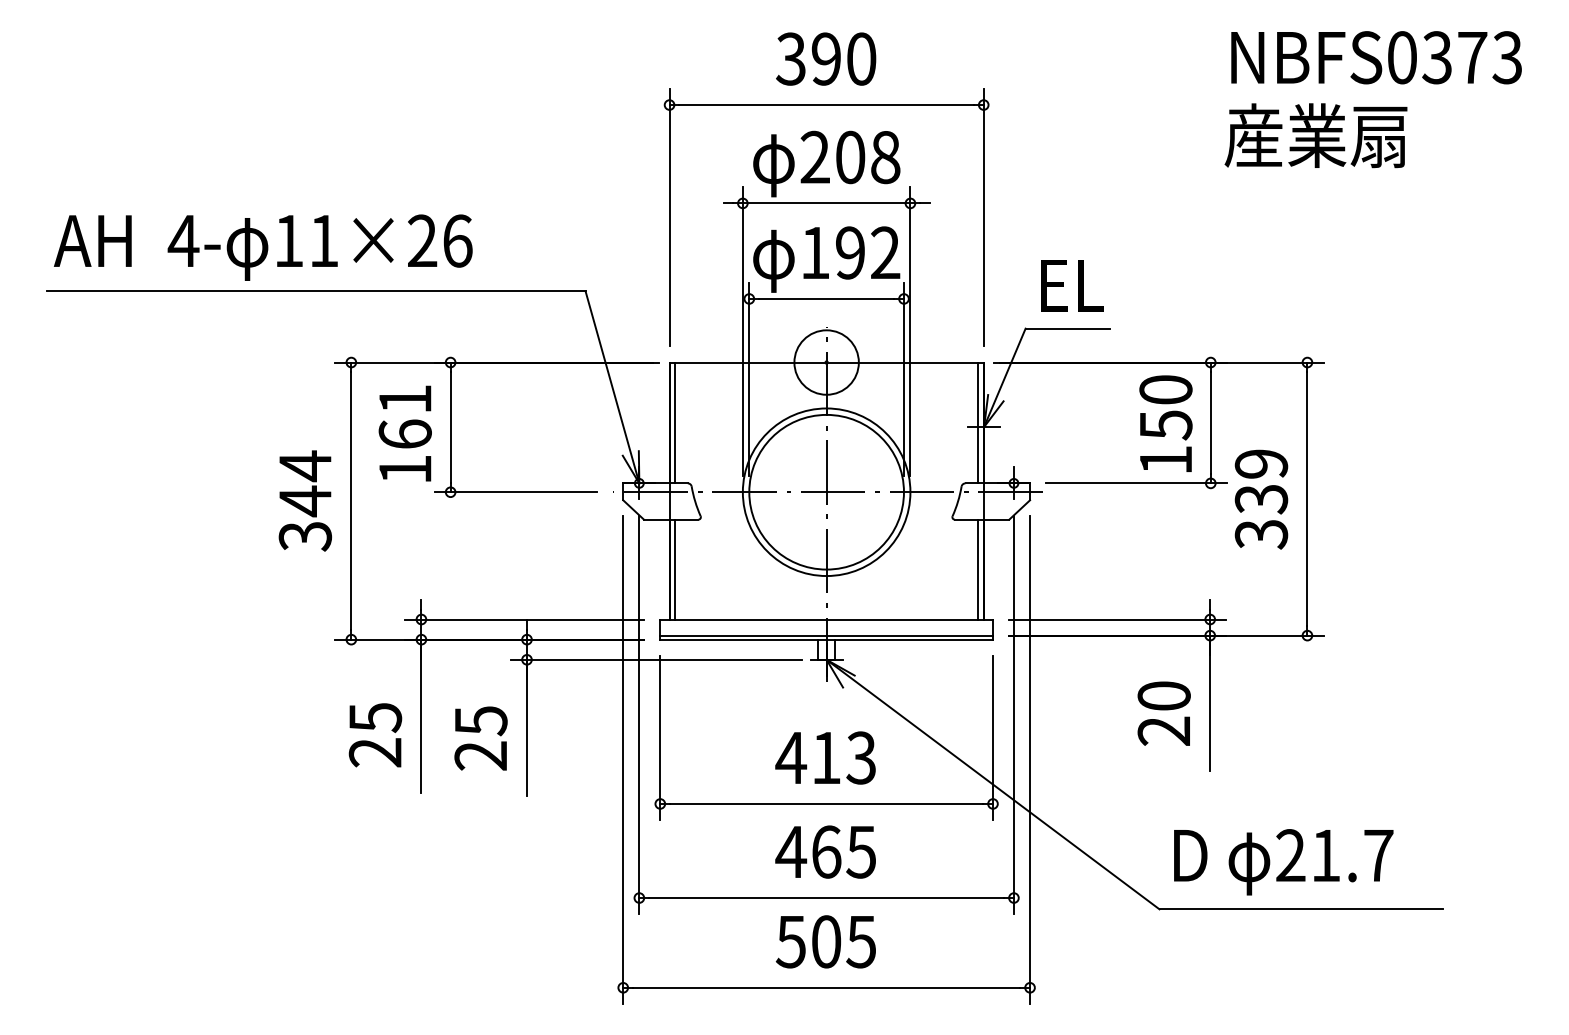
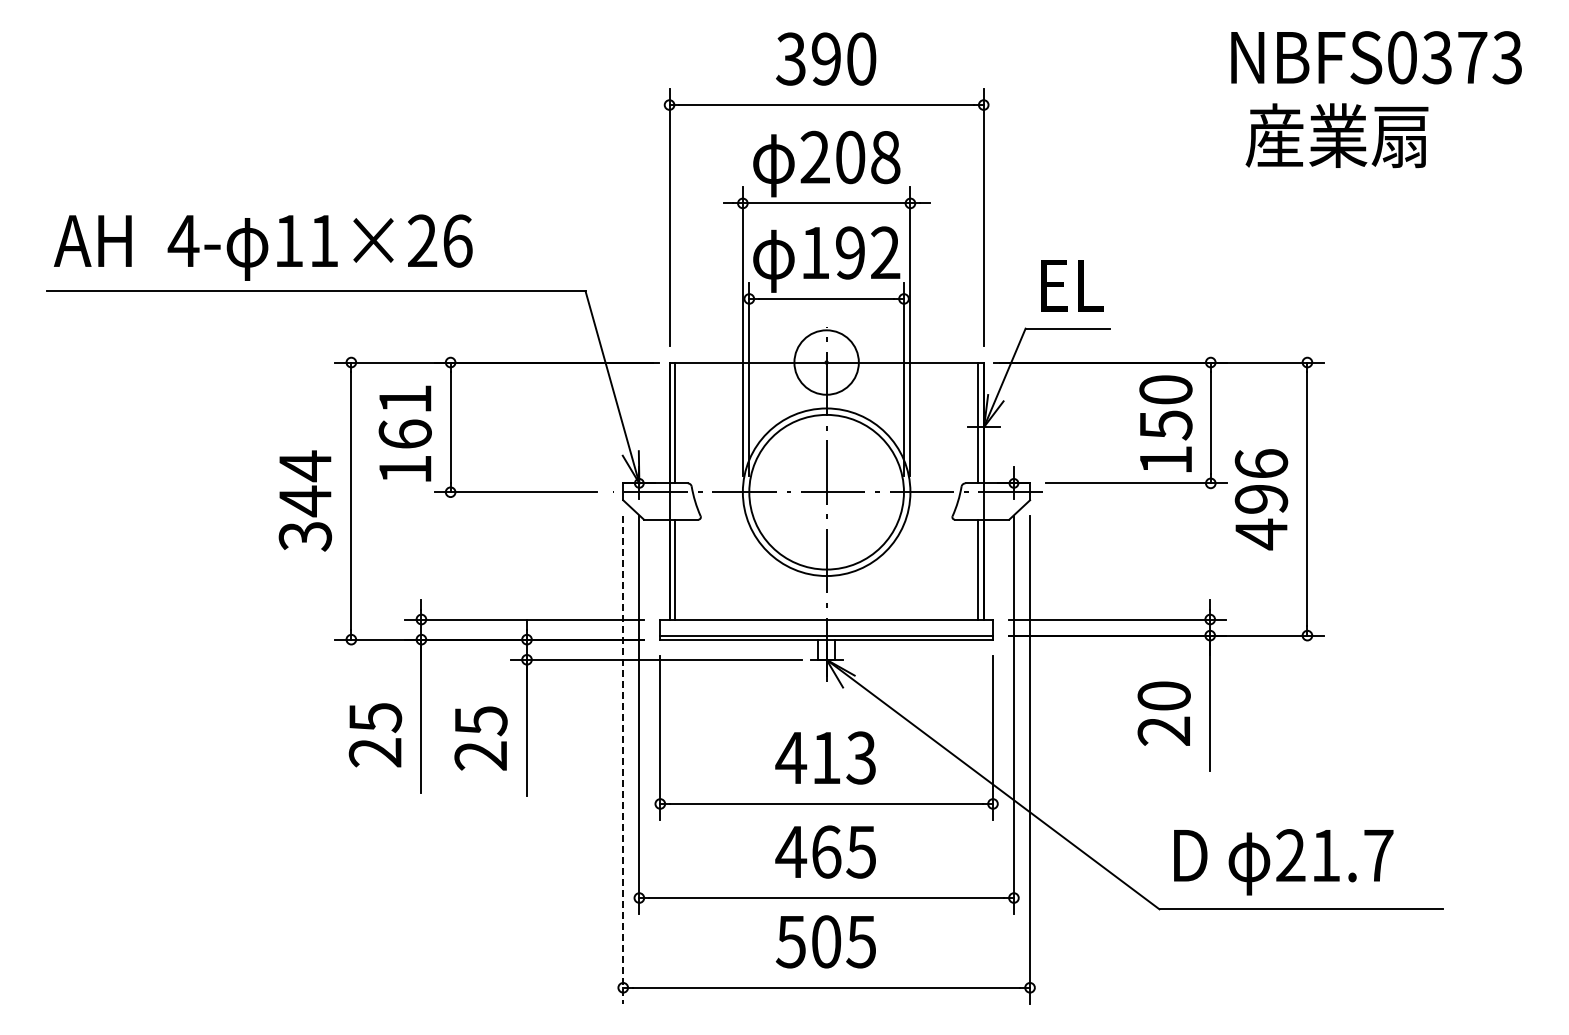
text at (1315, 135) position: (1315, 135) -> (1336, 135)
text at (1261, 499): 339 -> 496
line at (623, 760): solid -> dashed
